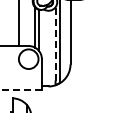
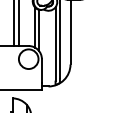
line at (14, 24): none -> present
line at (55, 43): dashed -> solid
line at (20, 90): dashed -> solid
